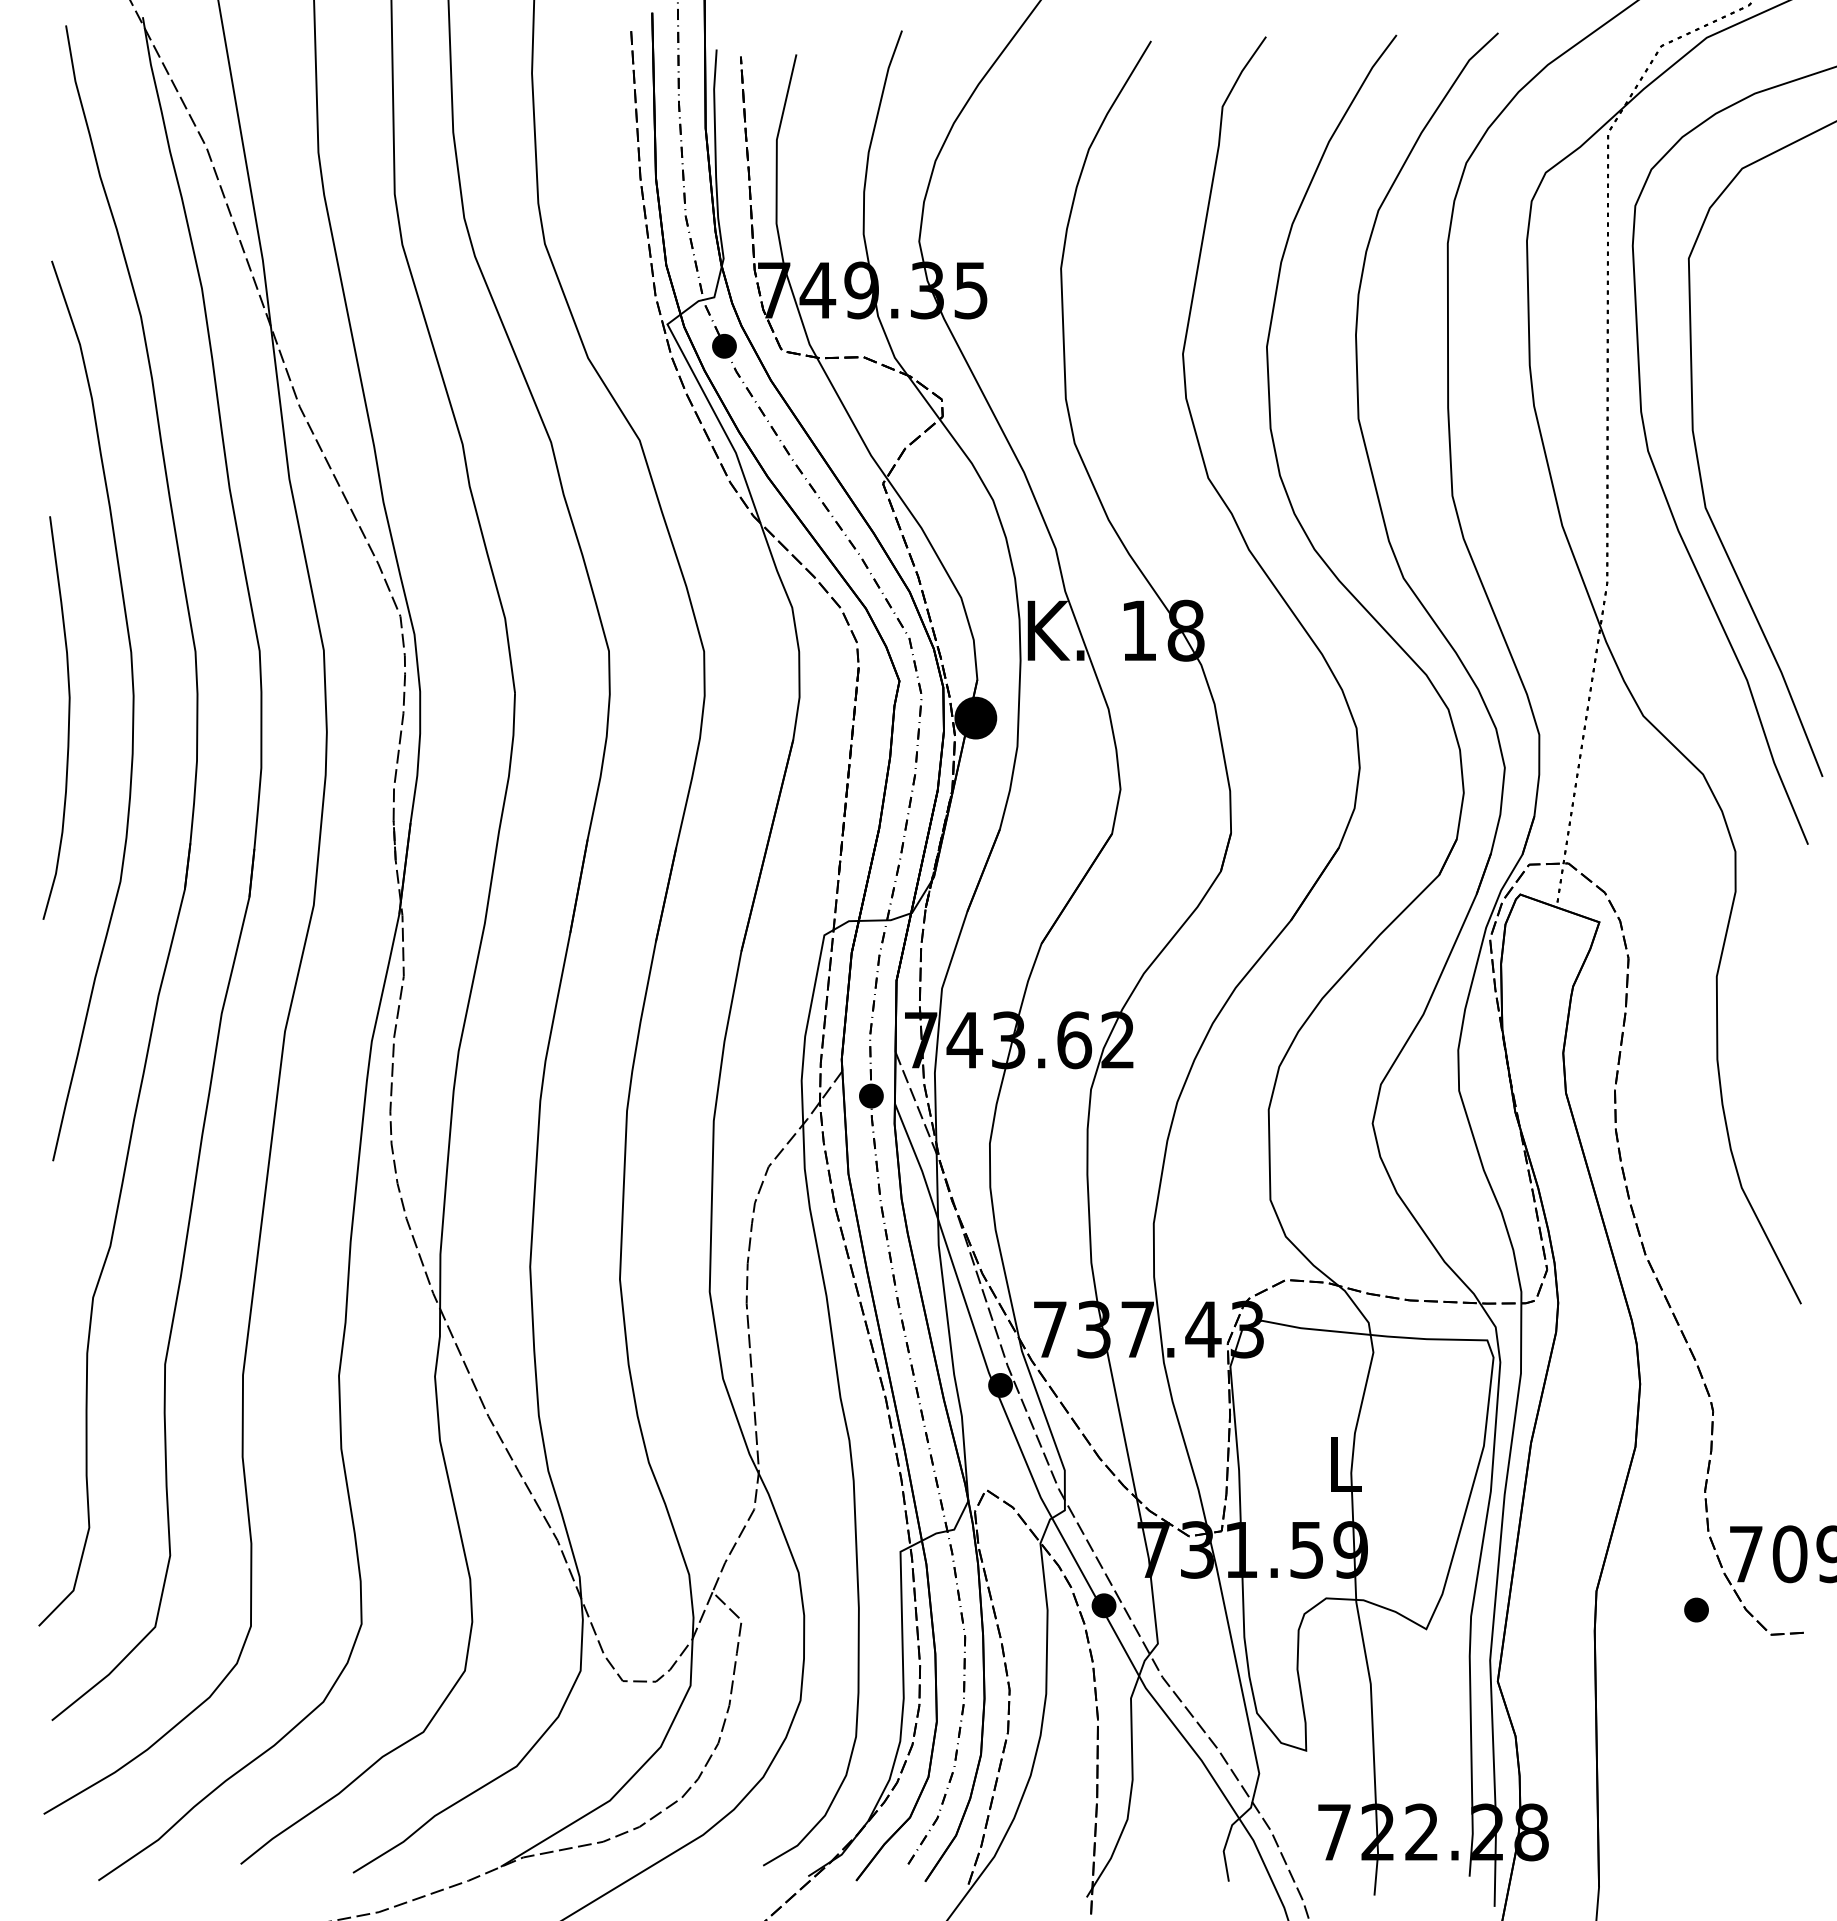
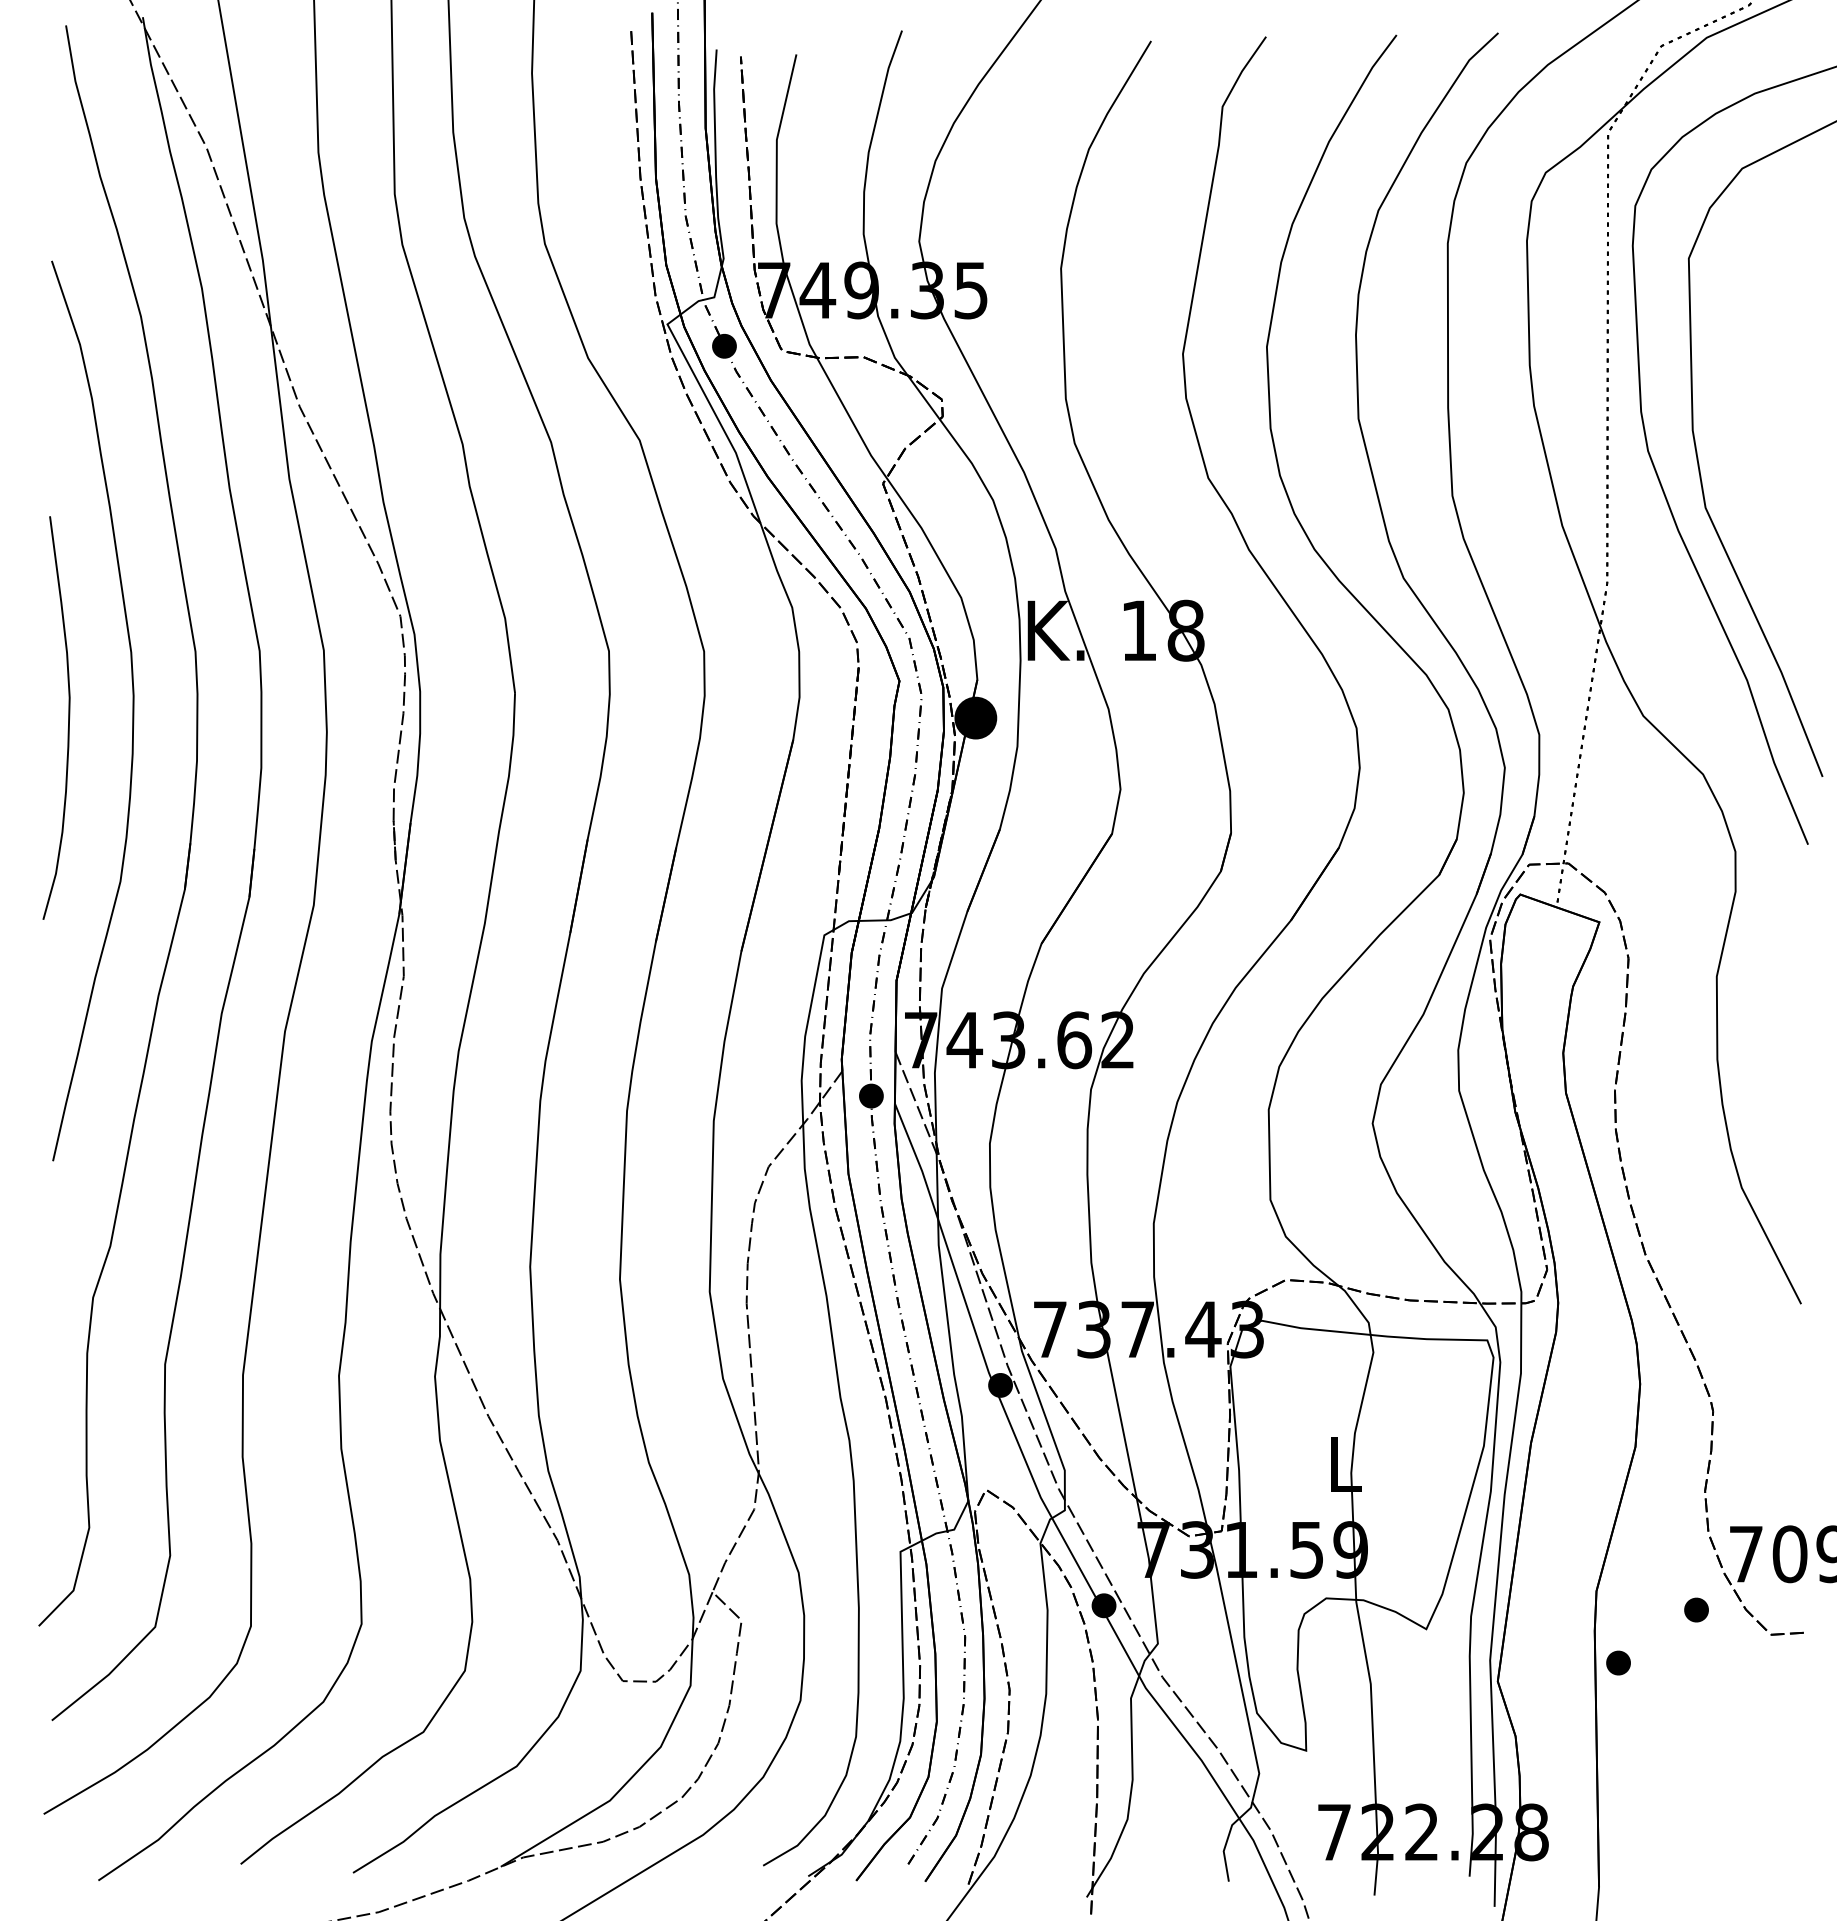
part at (1618, 1662): none -> present
